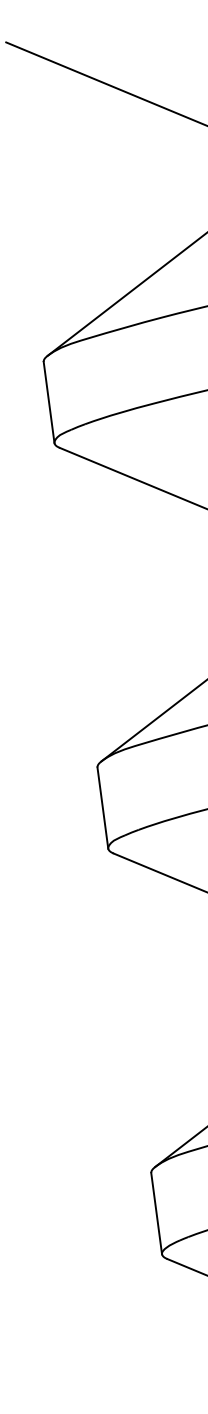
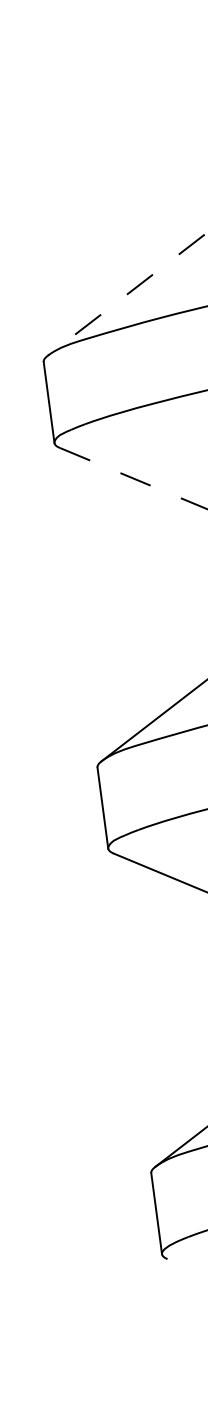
line at (105, 83): present -> none
line at (127, 294): solid -> dashed
line at (133, 478): solid -> dashed
line at (185, 1266): present -> none
